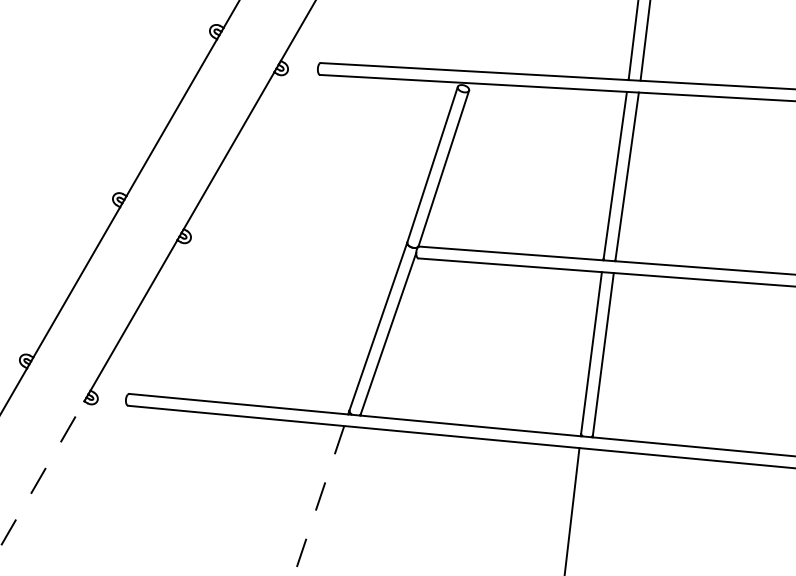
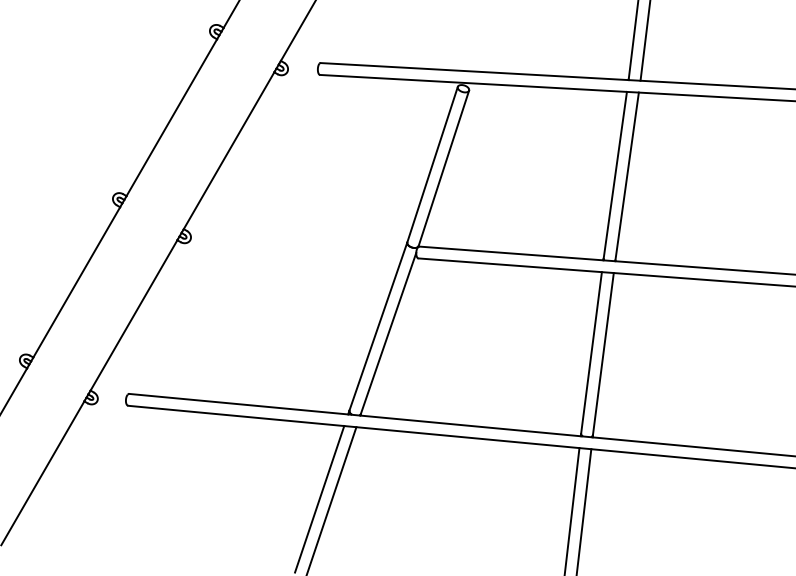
line at (43, 472): dashed -> solid
line at (319, 499): dashed -> solid
line at (331, 499): none -> present
line at (583, 510): none -> present
